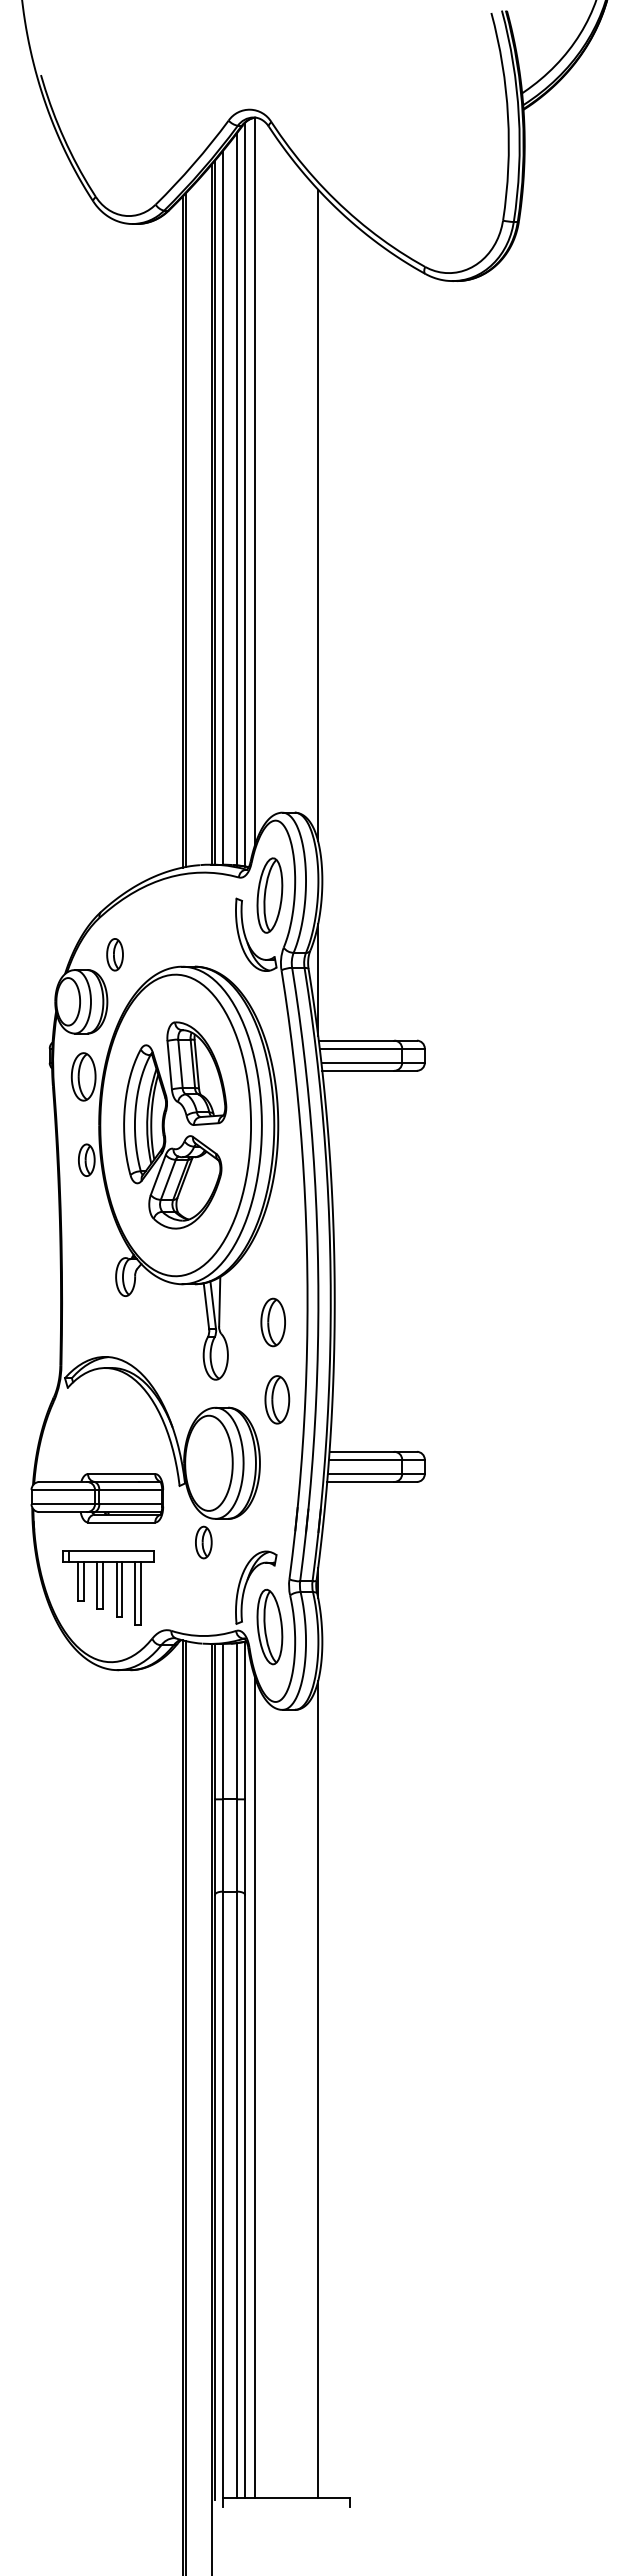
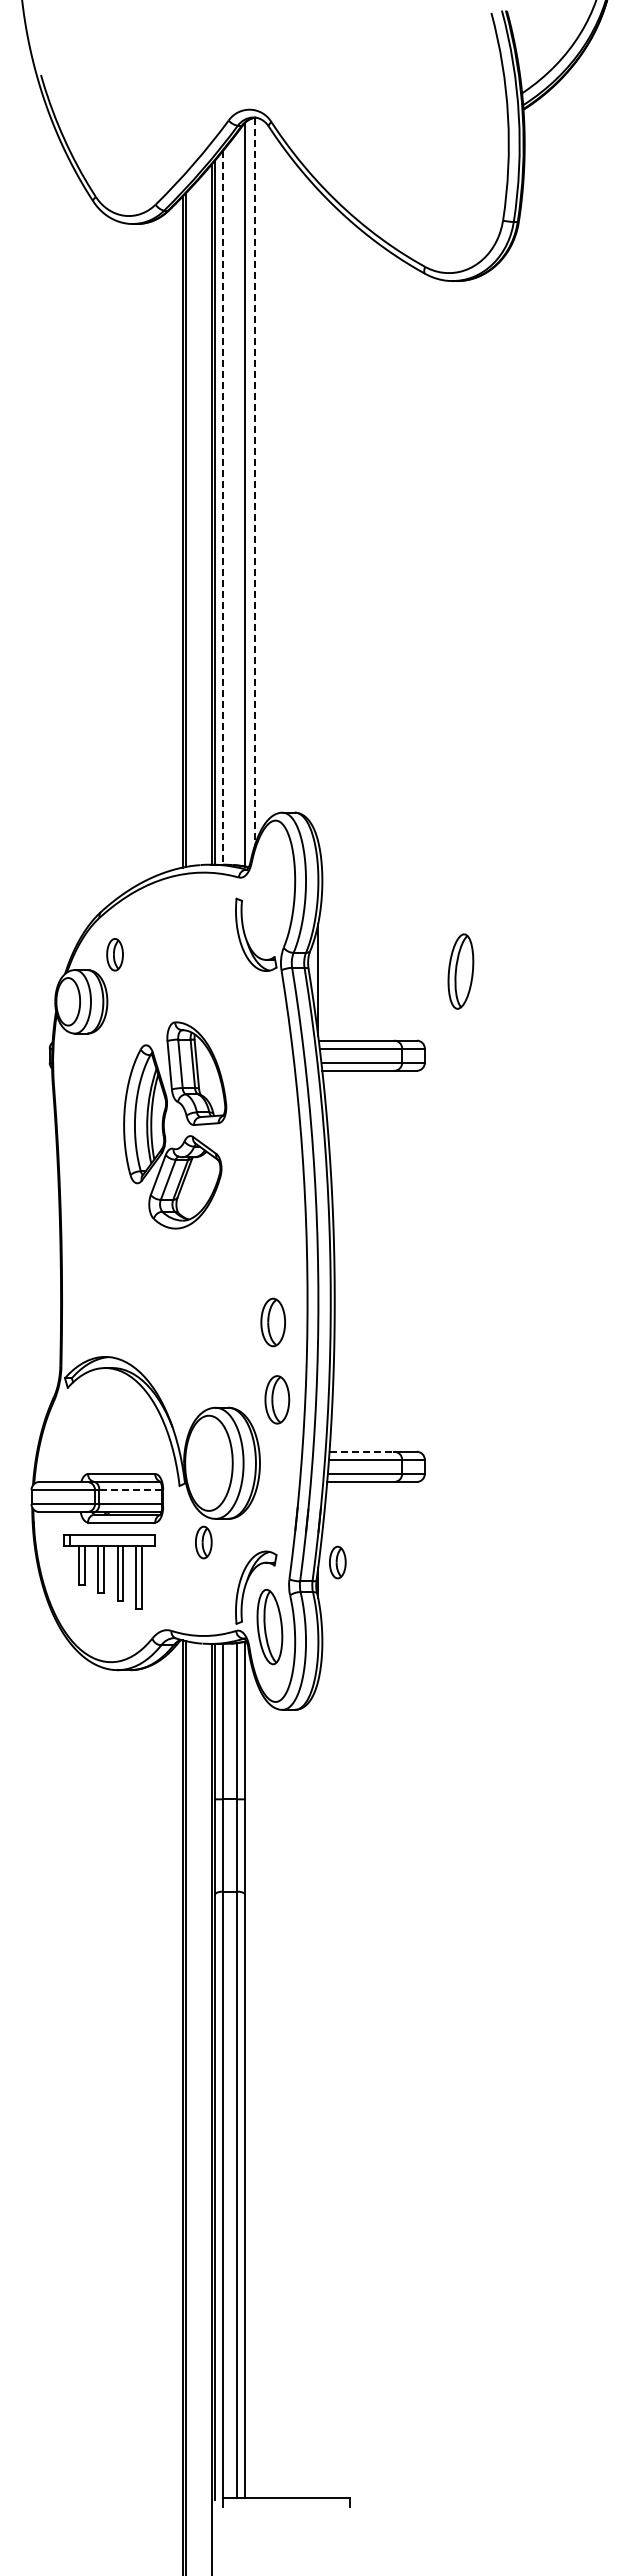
line at (254, 482): solid -> dashed
line at (237, 498): present -> none
line at (222, 507): solid -> dashed
line at (318, 515): present -> none
part at (269, 895) position: (269, 895) -> (460, 971)
part at (174, 1172): present -> none
line at (362, 1451): solid -> dashed
line at (130, 1489): solid -> dashed
part at (337, 1562): none -> present
part at (108, 1587) position: (108, 1587) -> (109, 1571)
line at (254, 2086): present -> none
line at (318, 2089): present -> none
